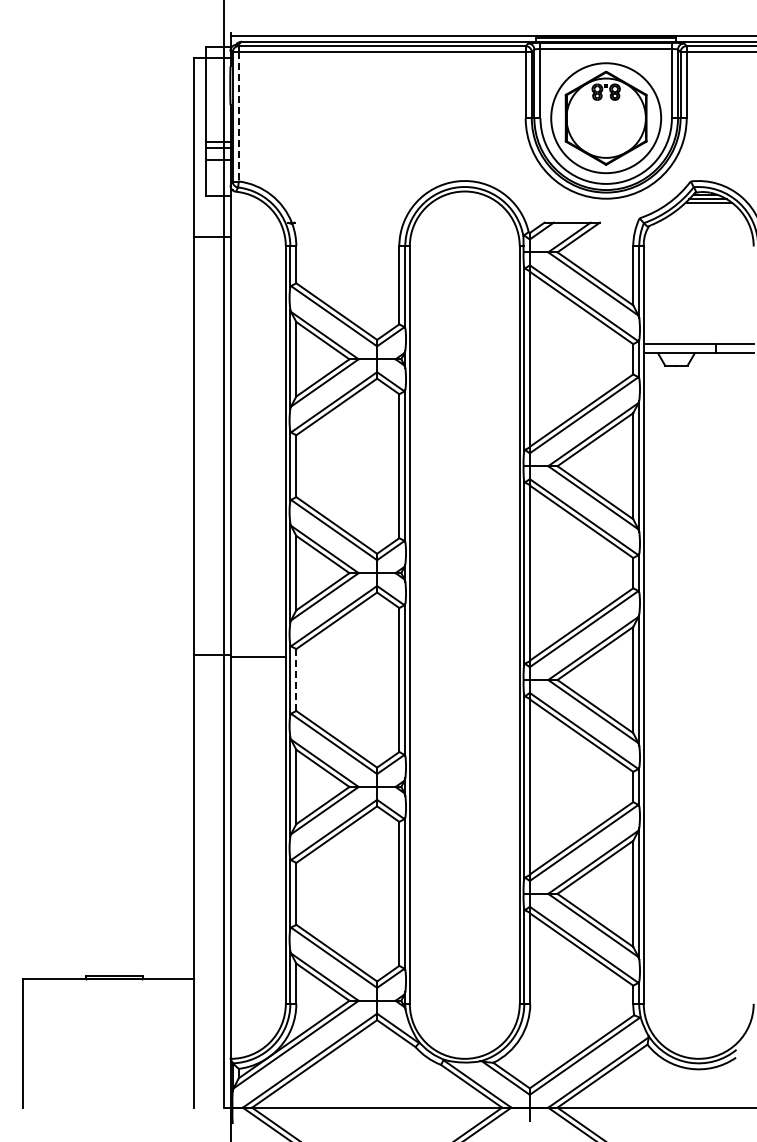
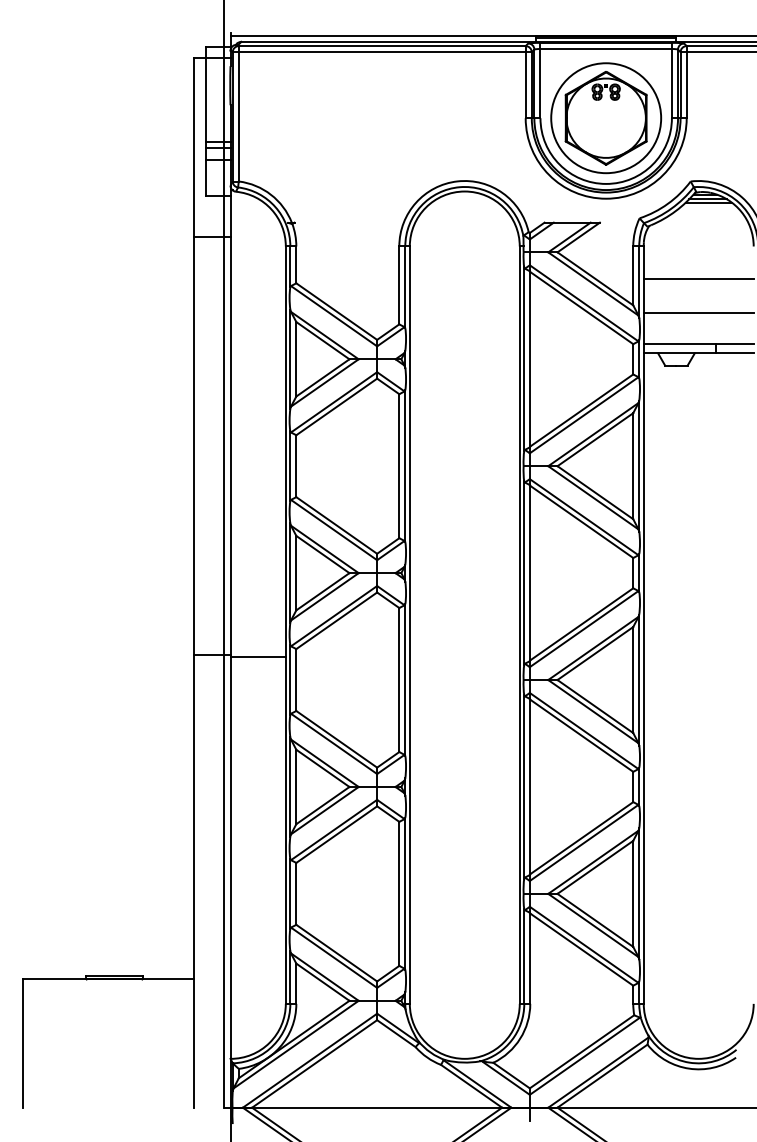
line at (238, 116): dashed -> solid
line at (698, 279): none -> present
line at (698, 312): none -> present
line at (296, 680): dashed -> solid
